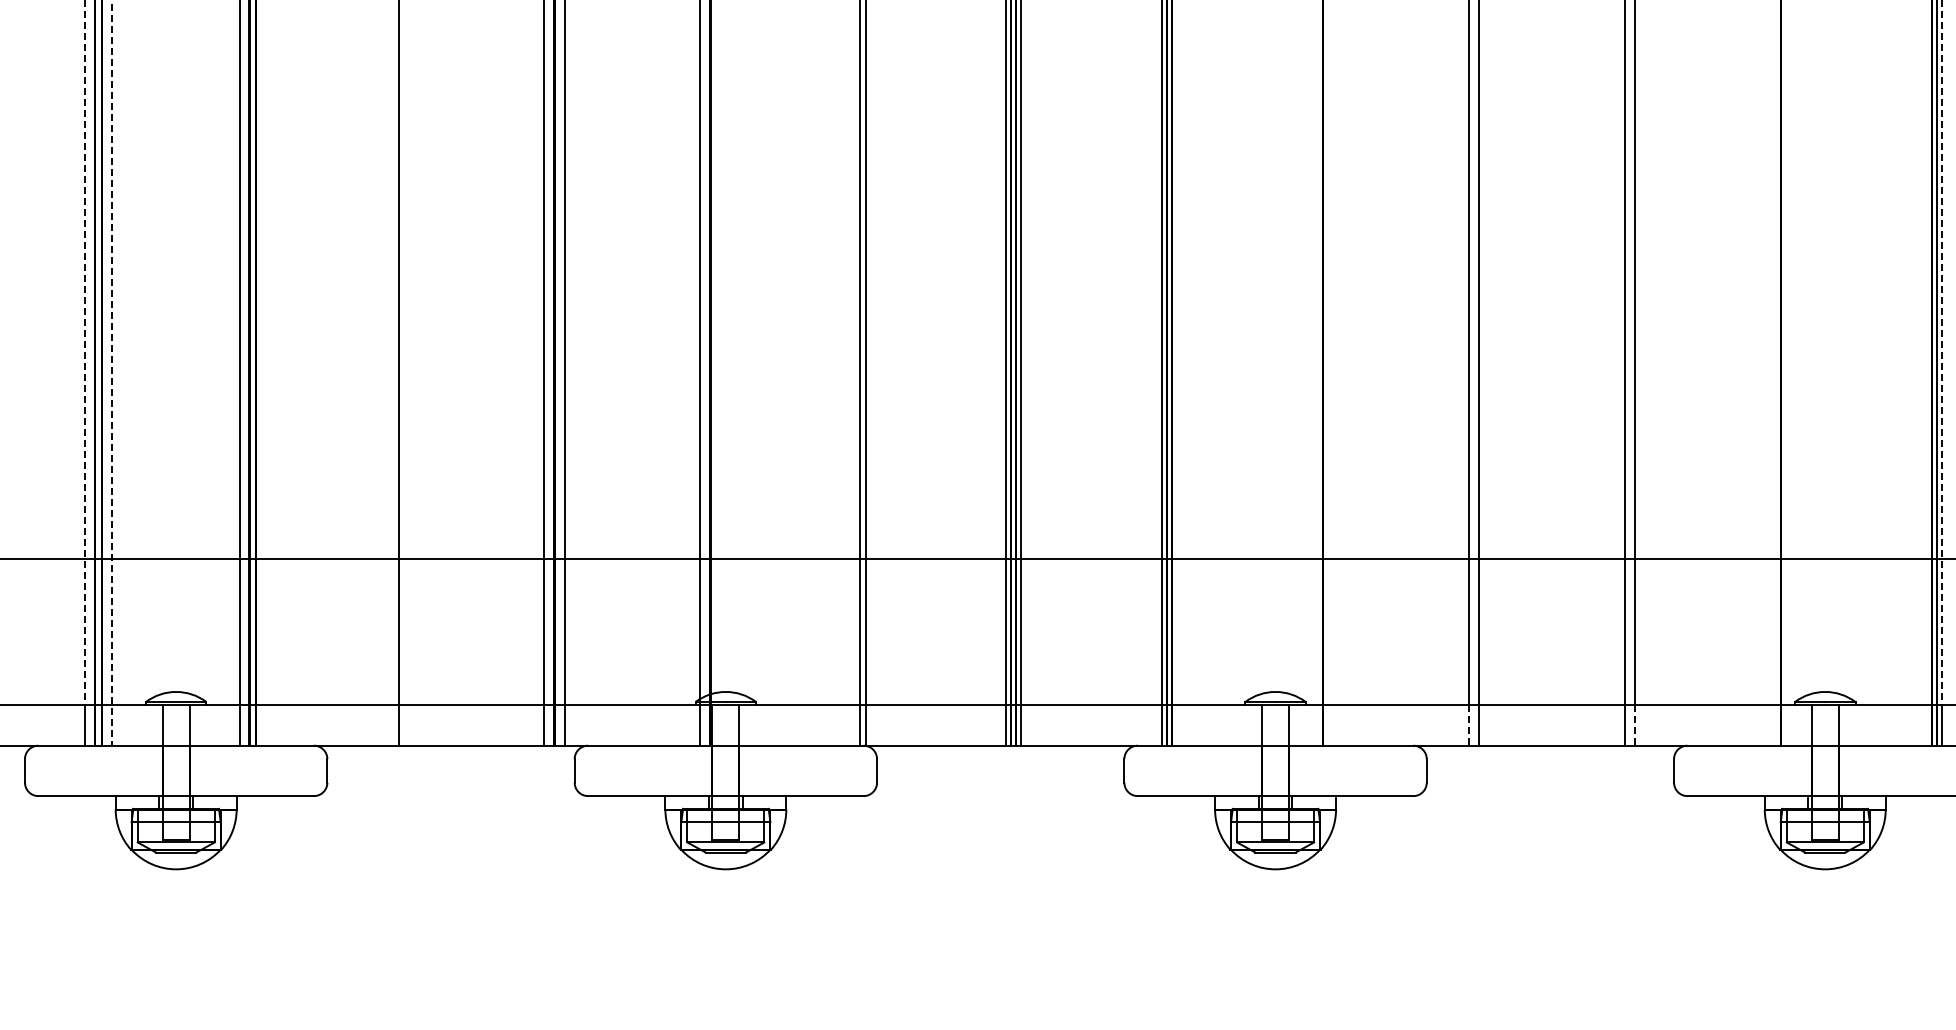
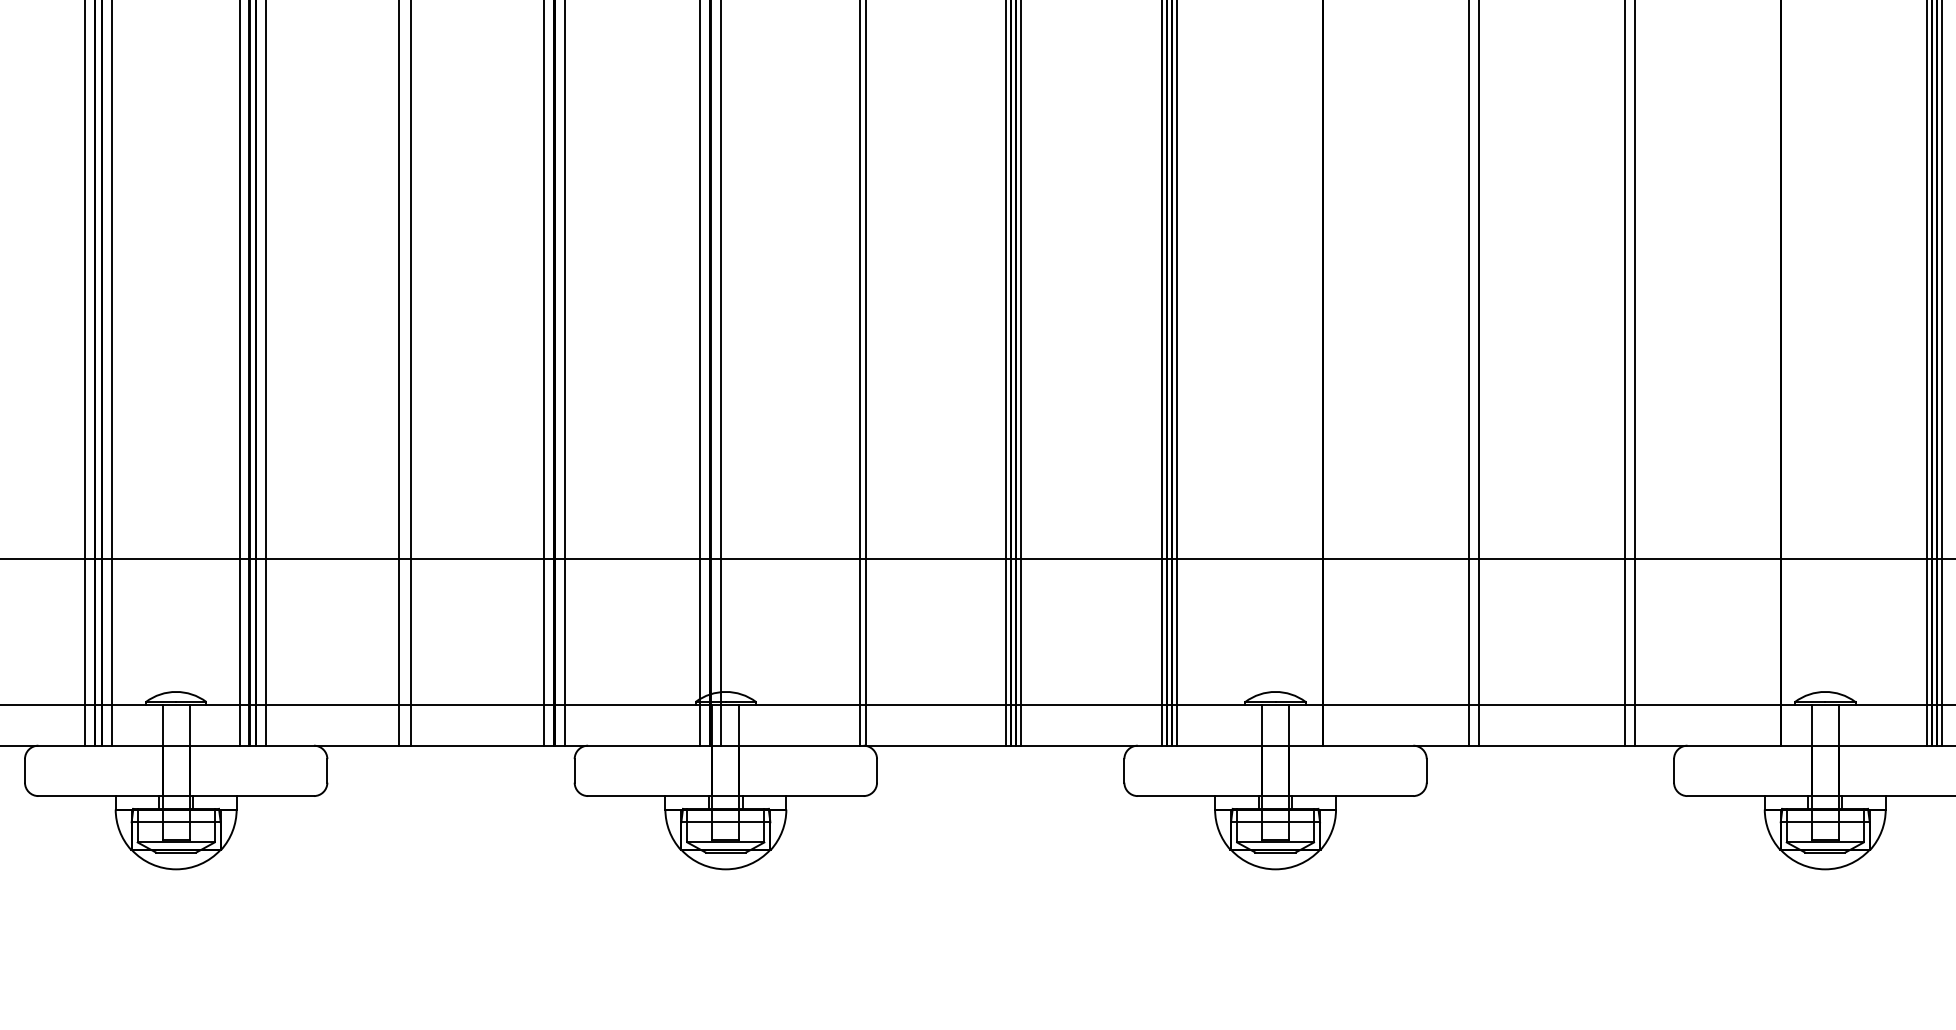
line at (85, 353): dashed -> solid
line at (1942, 353): dashed -> solid
line at (111, 373): dashed -> solid
line at (265, 373): none -> present
line at (410, 373): none -> present
line at (720, 373): none -> present
line at (1177, 373): none -> present
line at (1926, 373): none -> present
line at (1468, 726): dashed -> solid
line at (1635, 726): dashed -> solid
